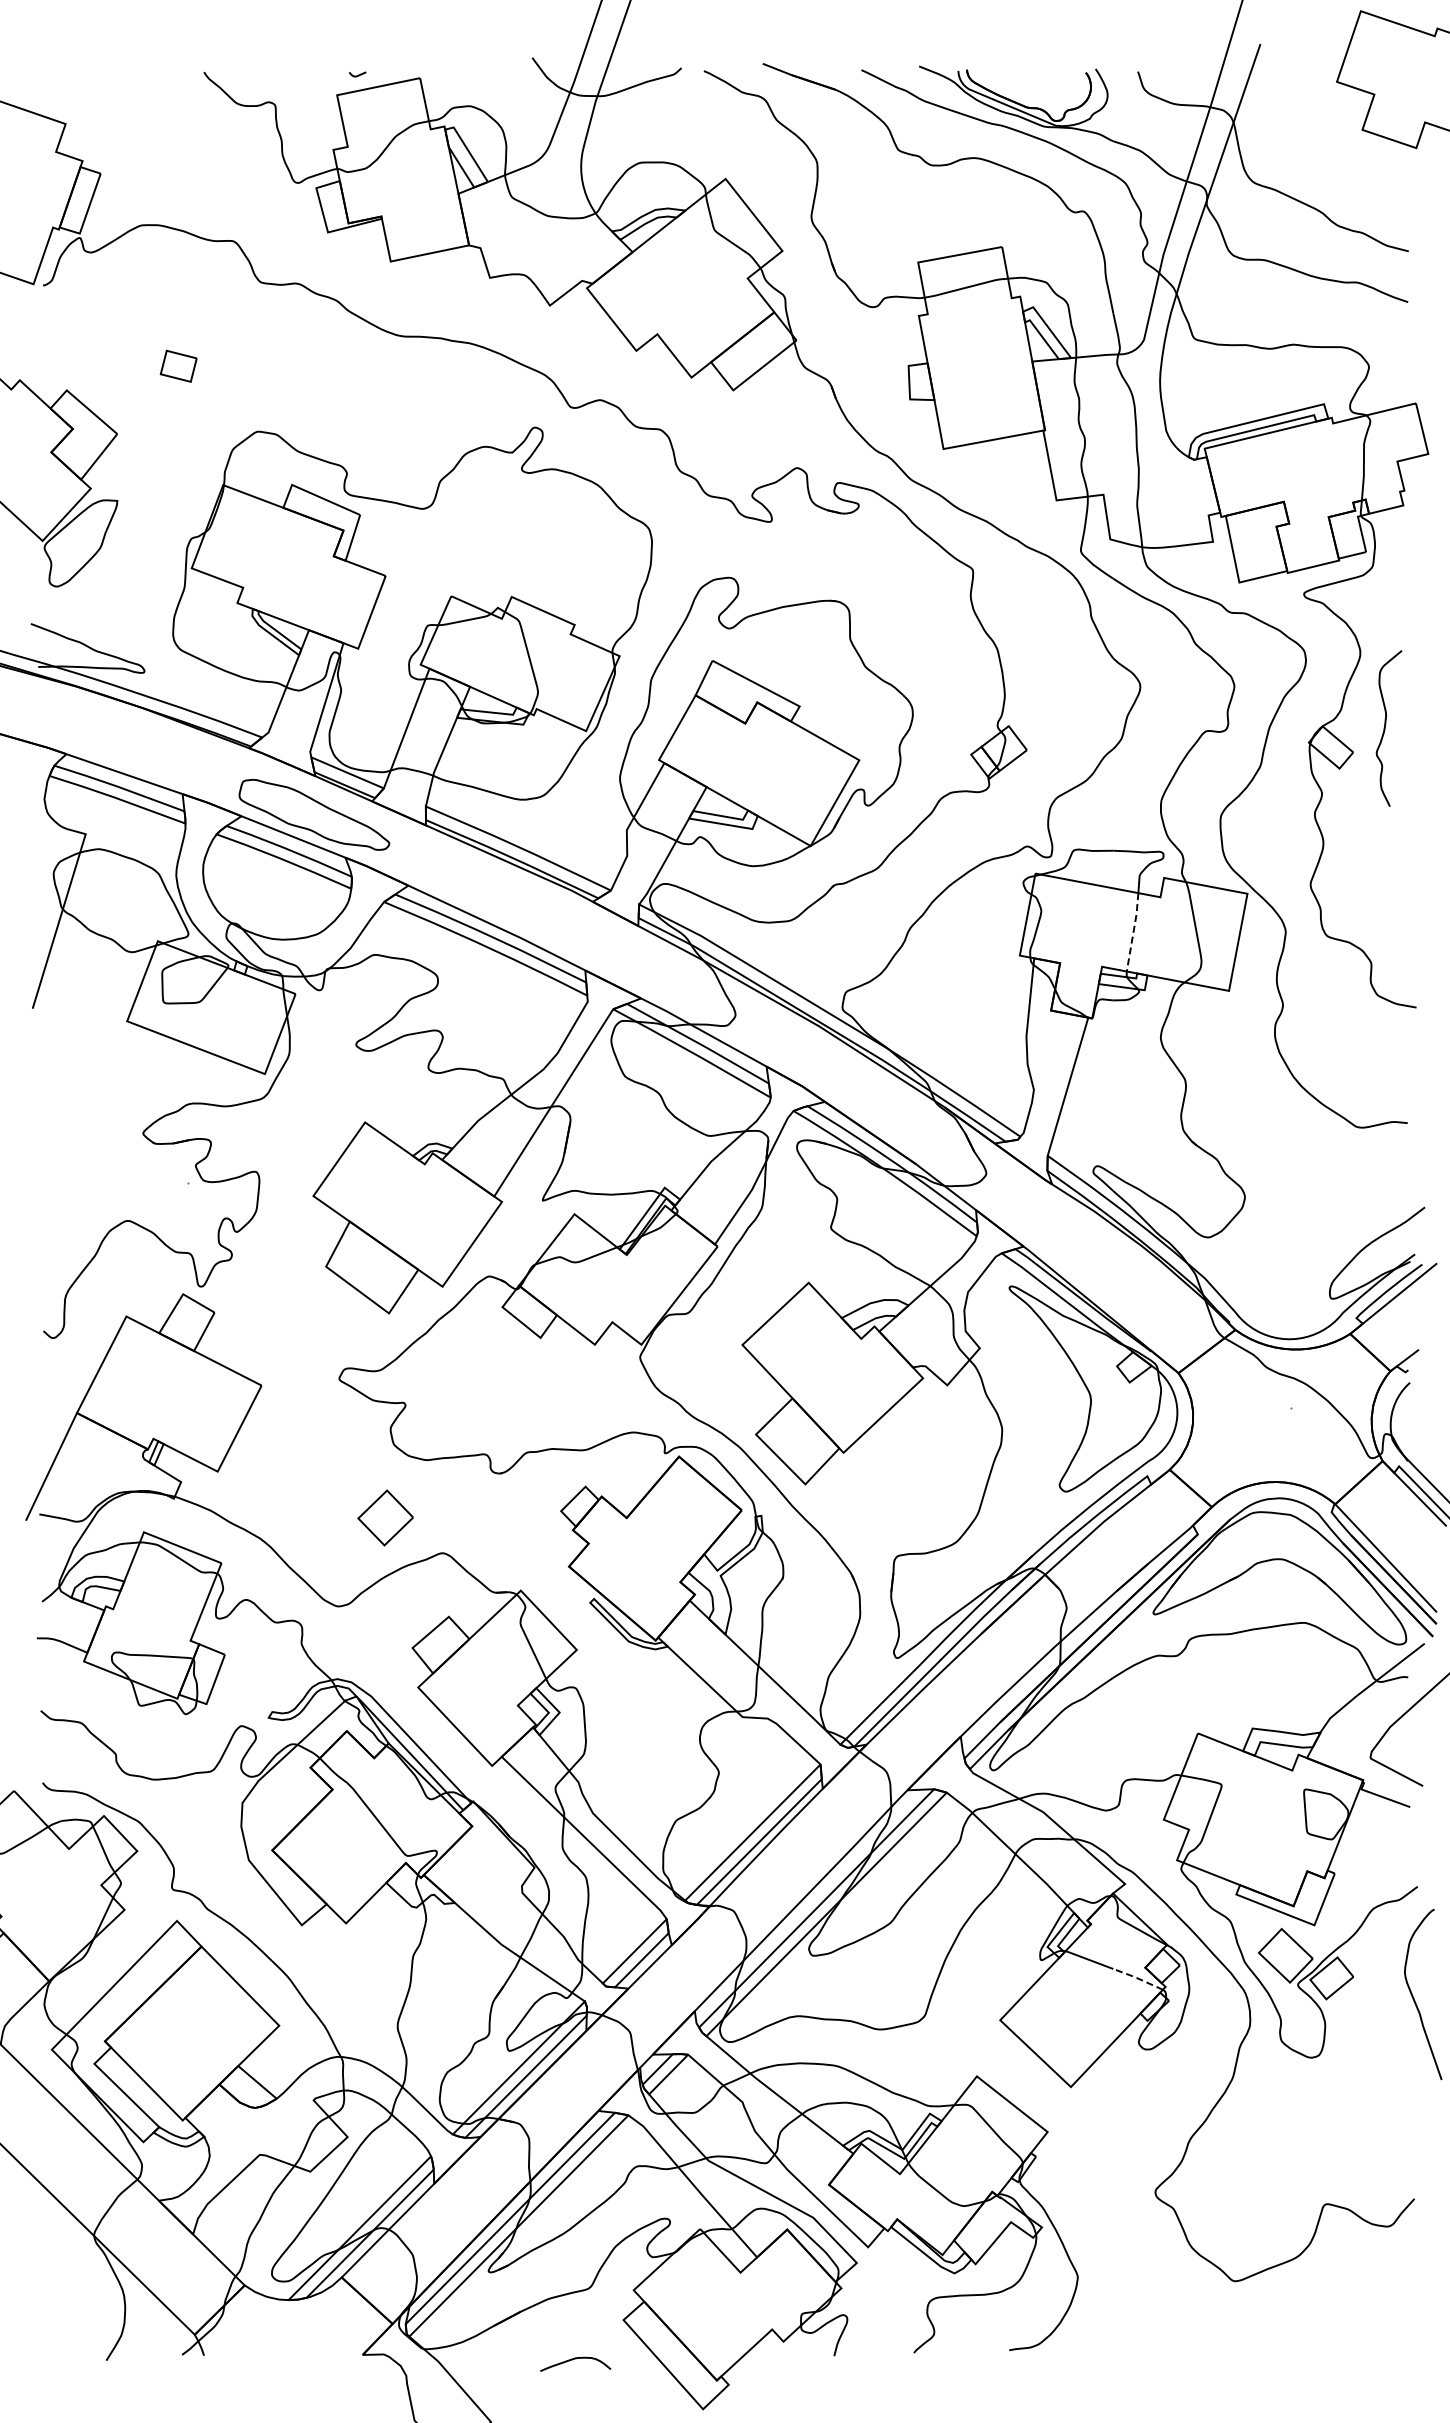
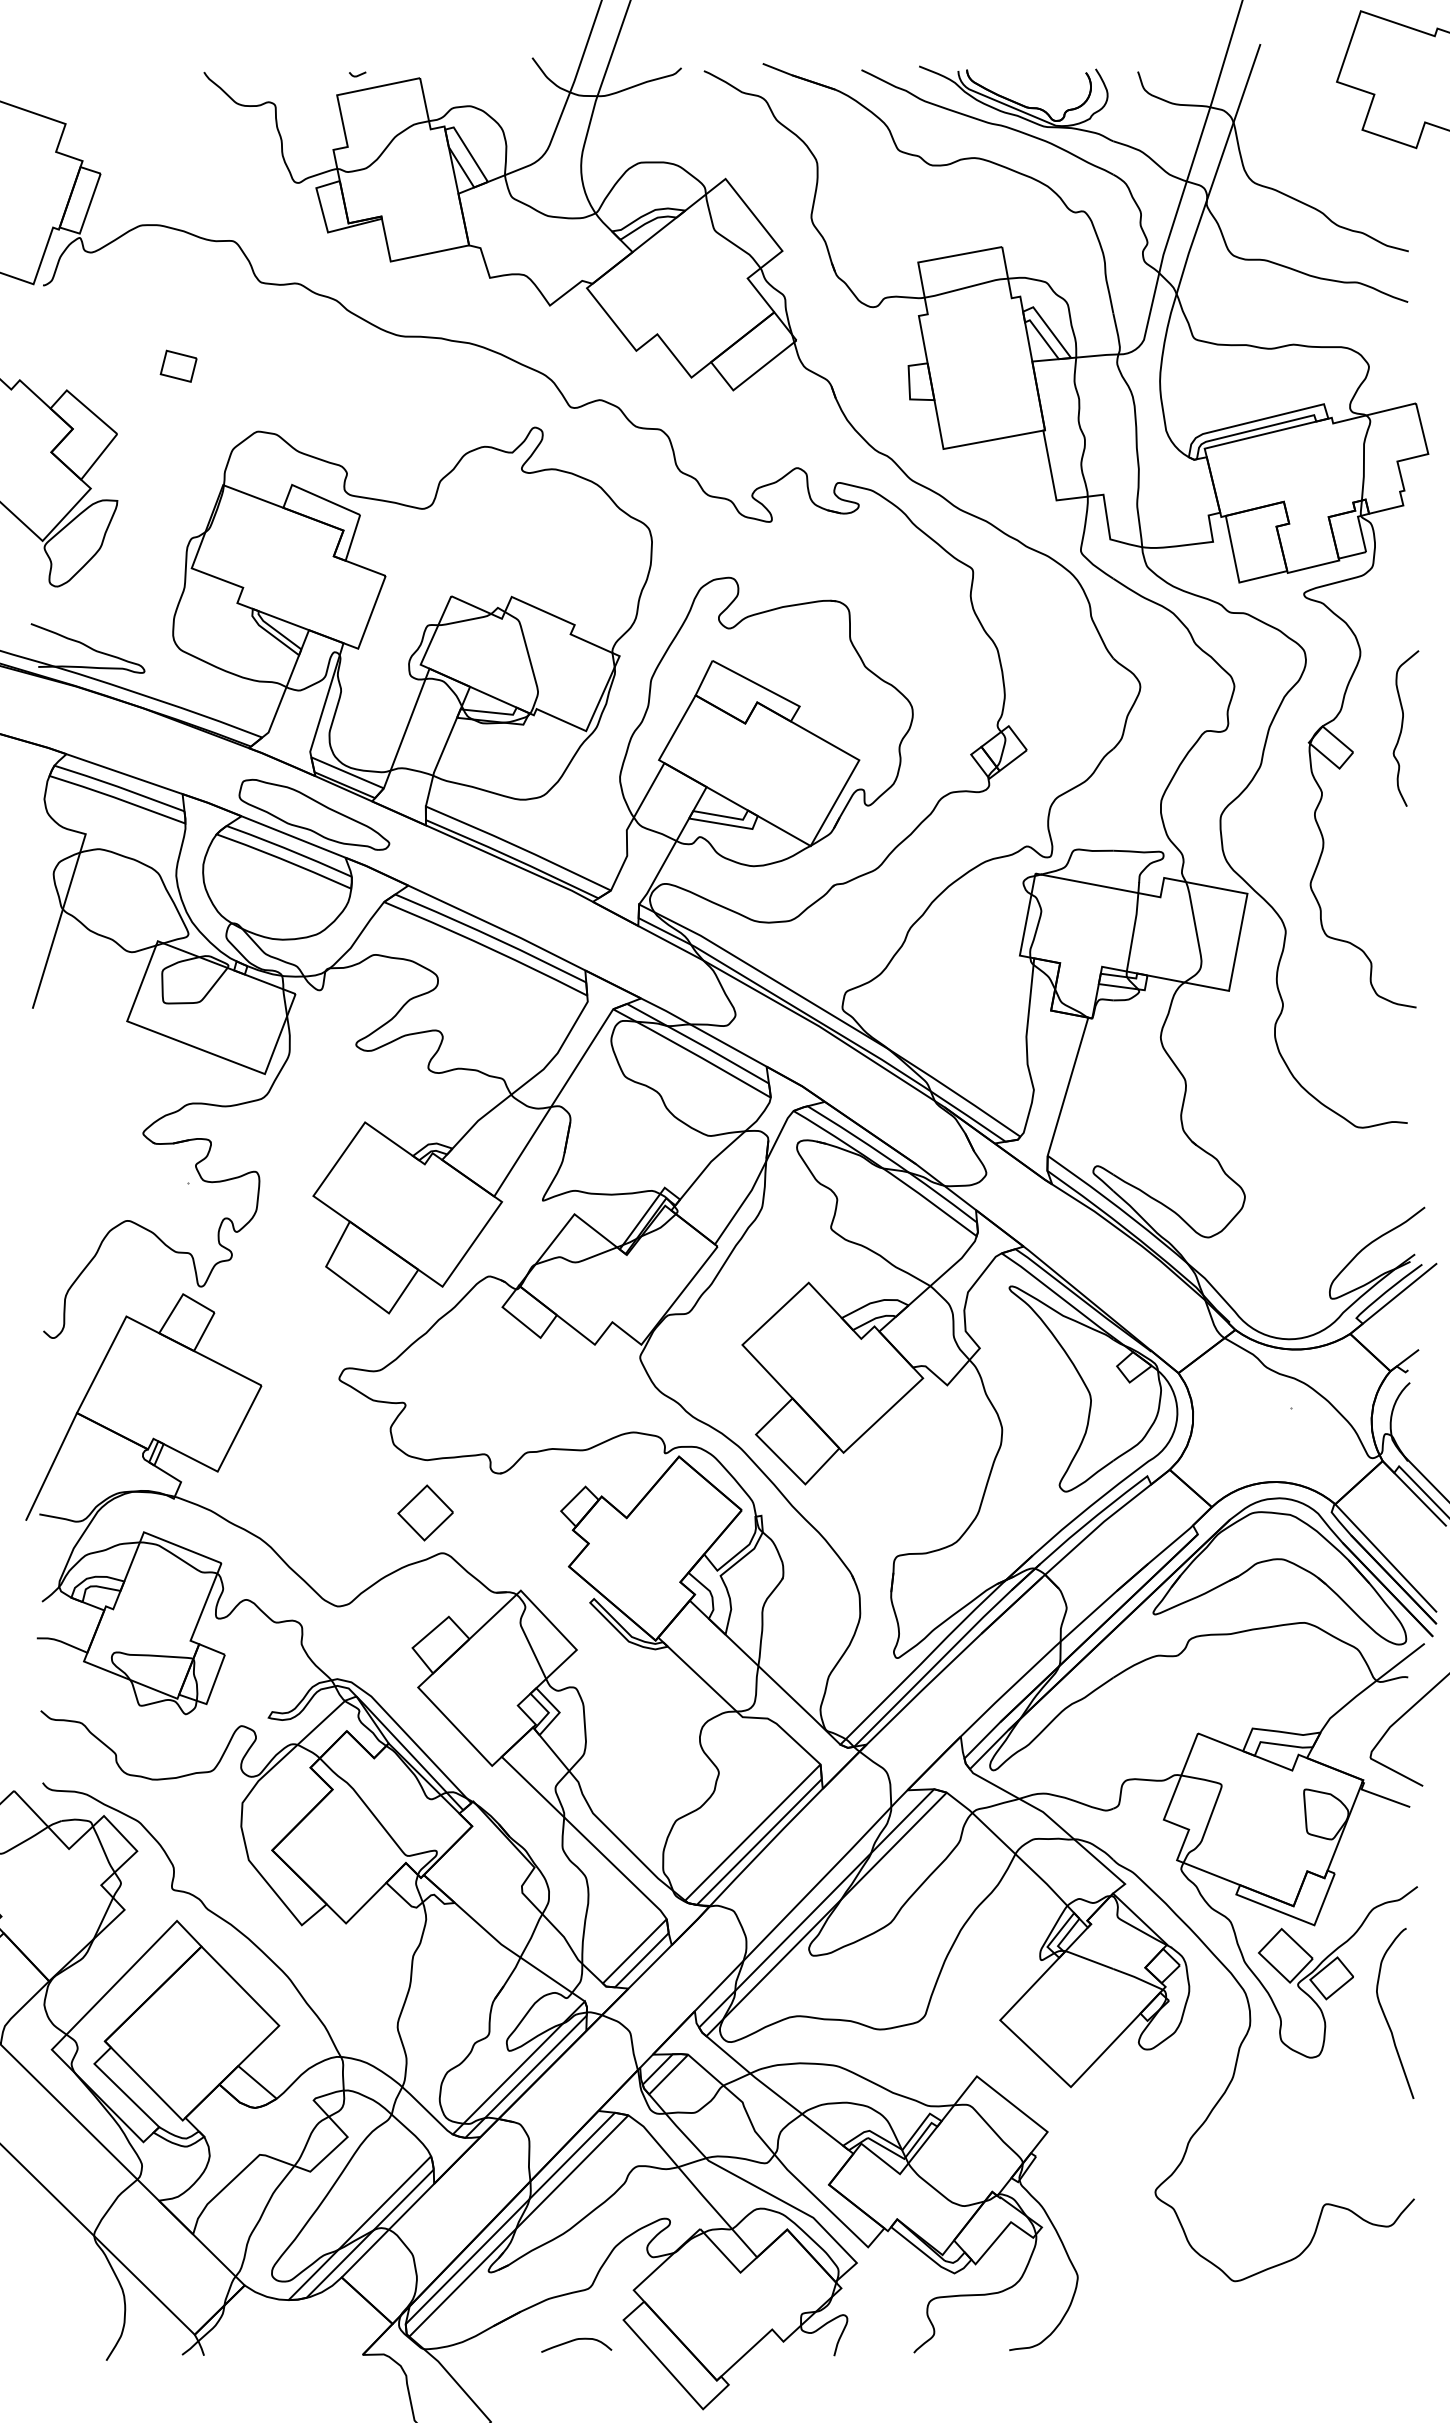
curve at (1385, 728) position: (1385, 728) -> (1402, 728)
line at (1133, 931): dashed -> solid
part at (385, 1517) position: (385, 1517) -> (425, 1512)
line at (1137, 1978): dashed -> solid
curve at (1414, 1998) position: (1414, 1998) -> (1386, 2017)
curve at (575, 2359) position: (575, 2359) -> (576, 2340)
